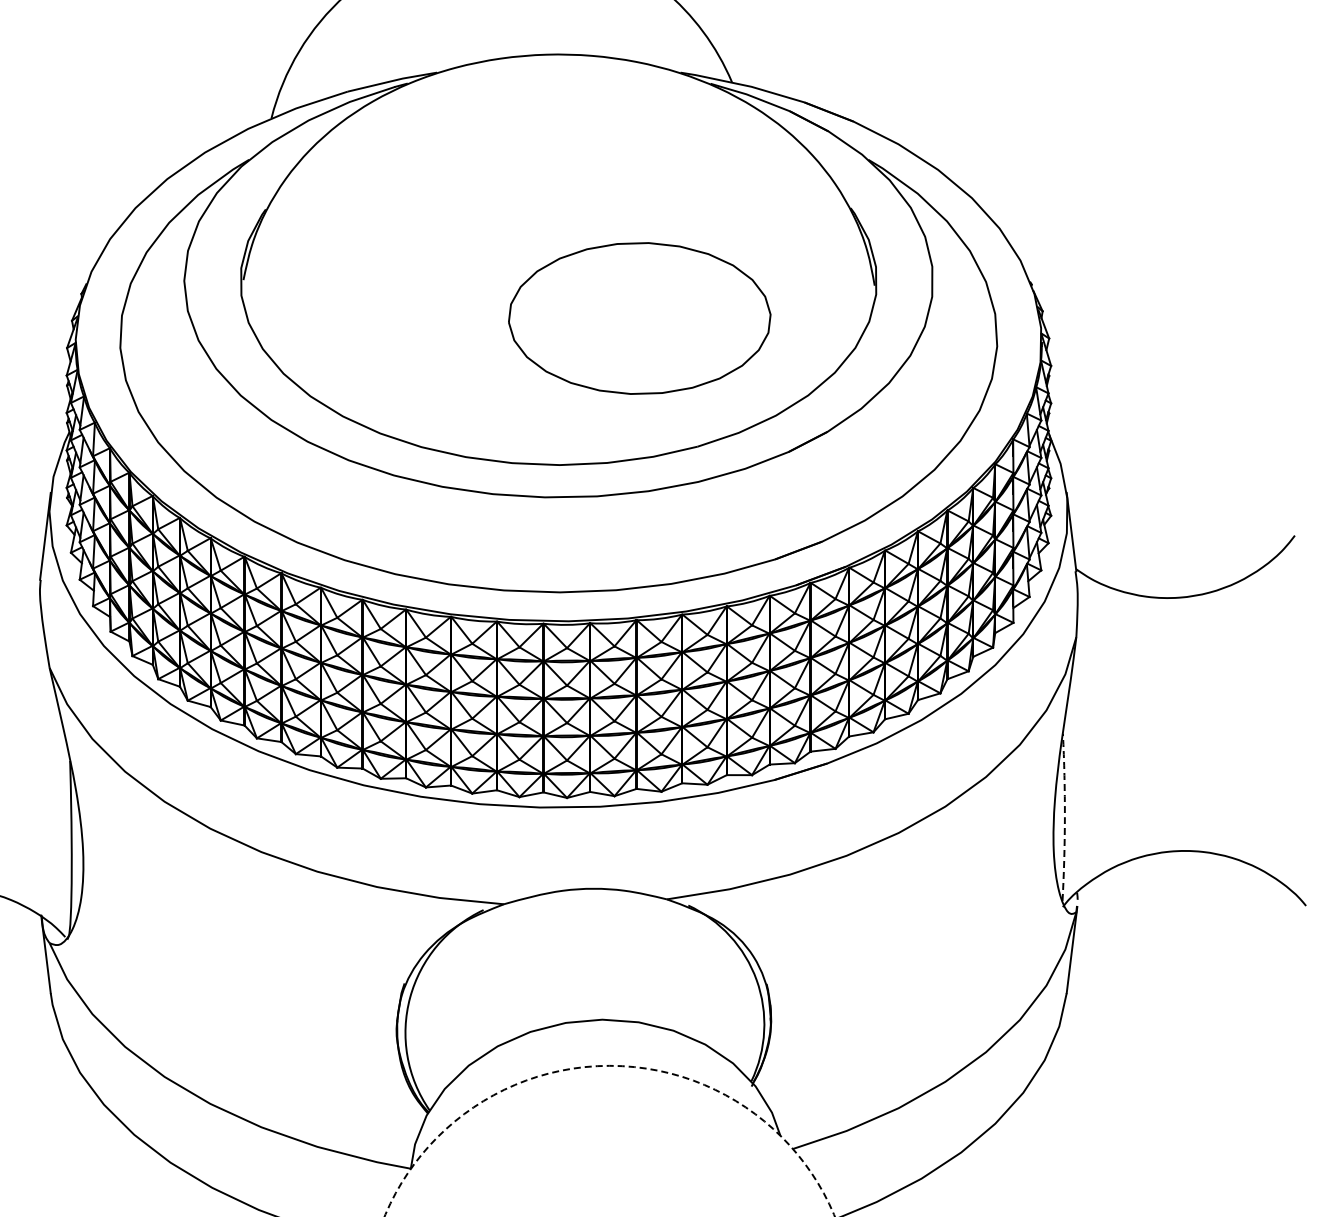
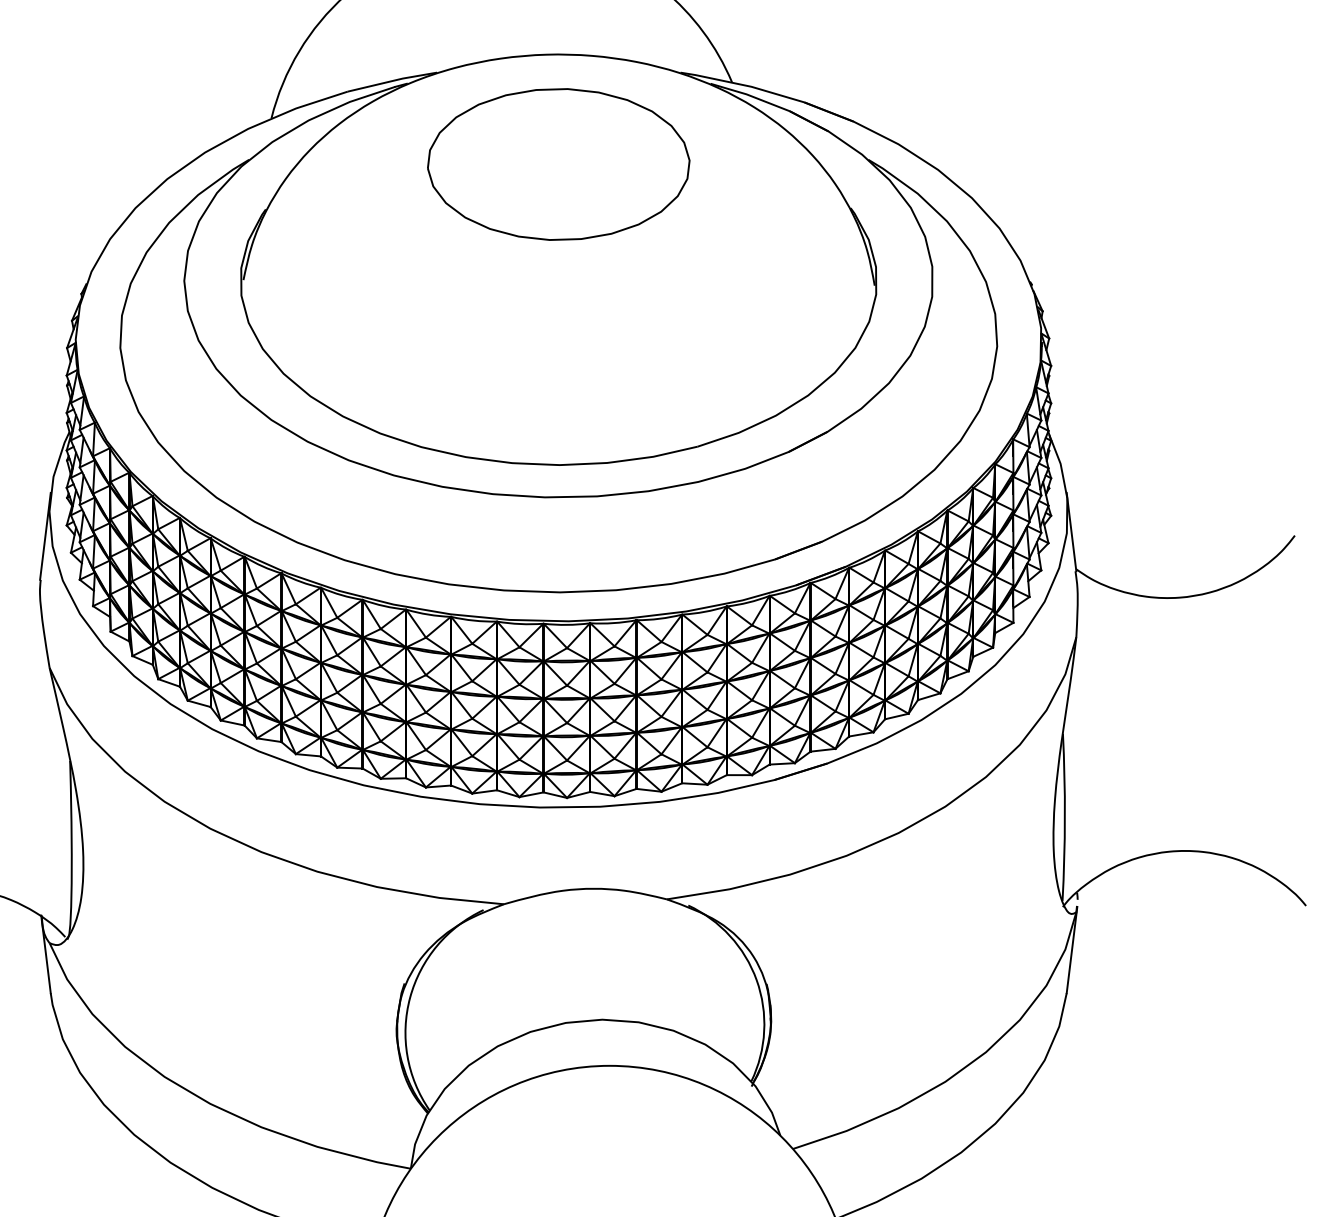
part at (639, 318) position: (639, 318) -> (558, 164)
arc at (1064, 817): dashed -> solid
circle at (609, 1140): dashed -> solid
